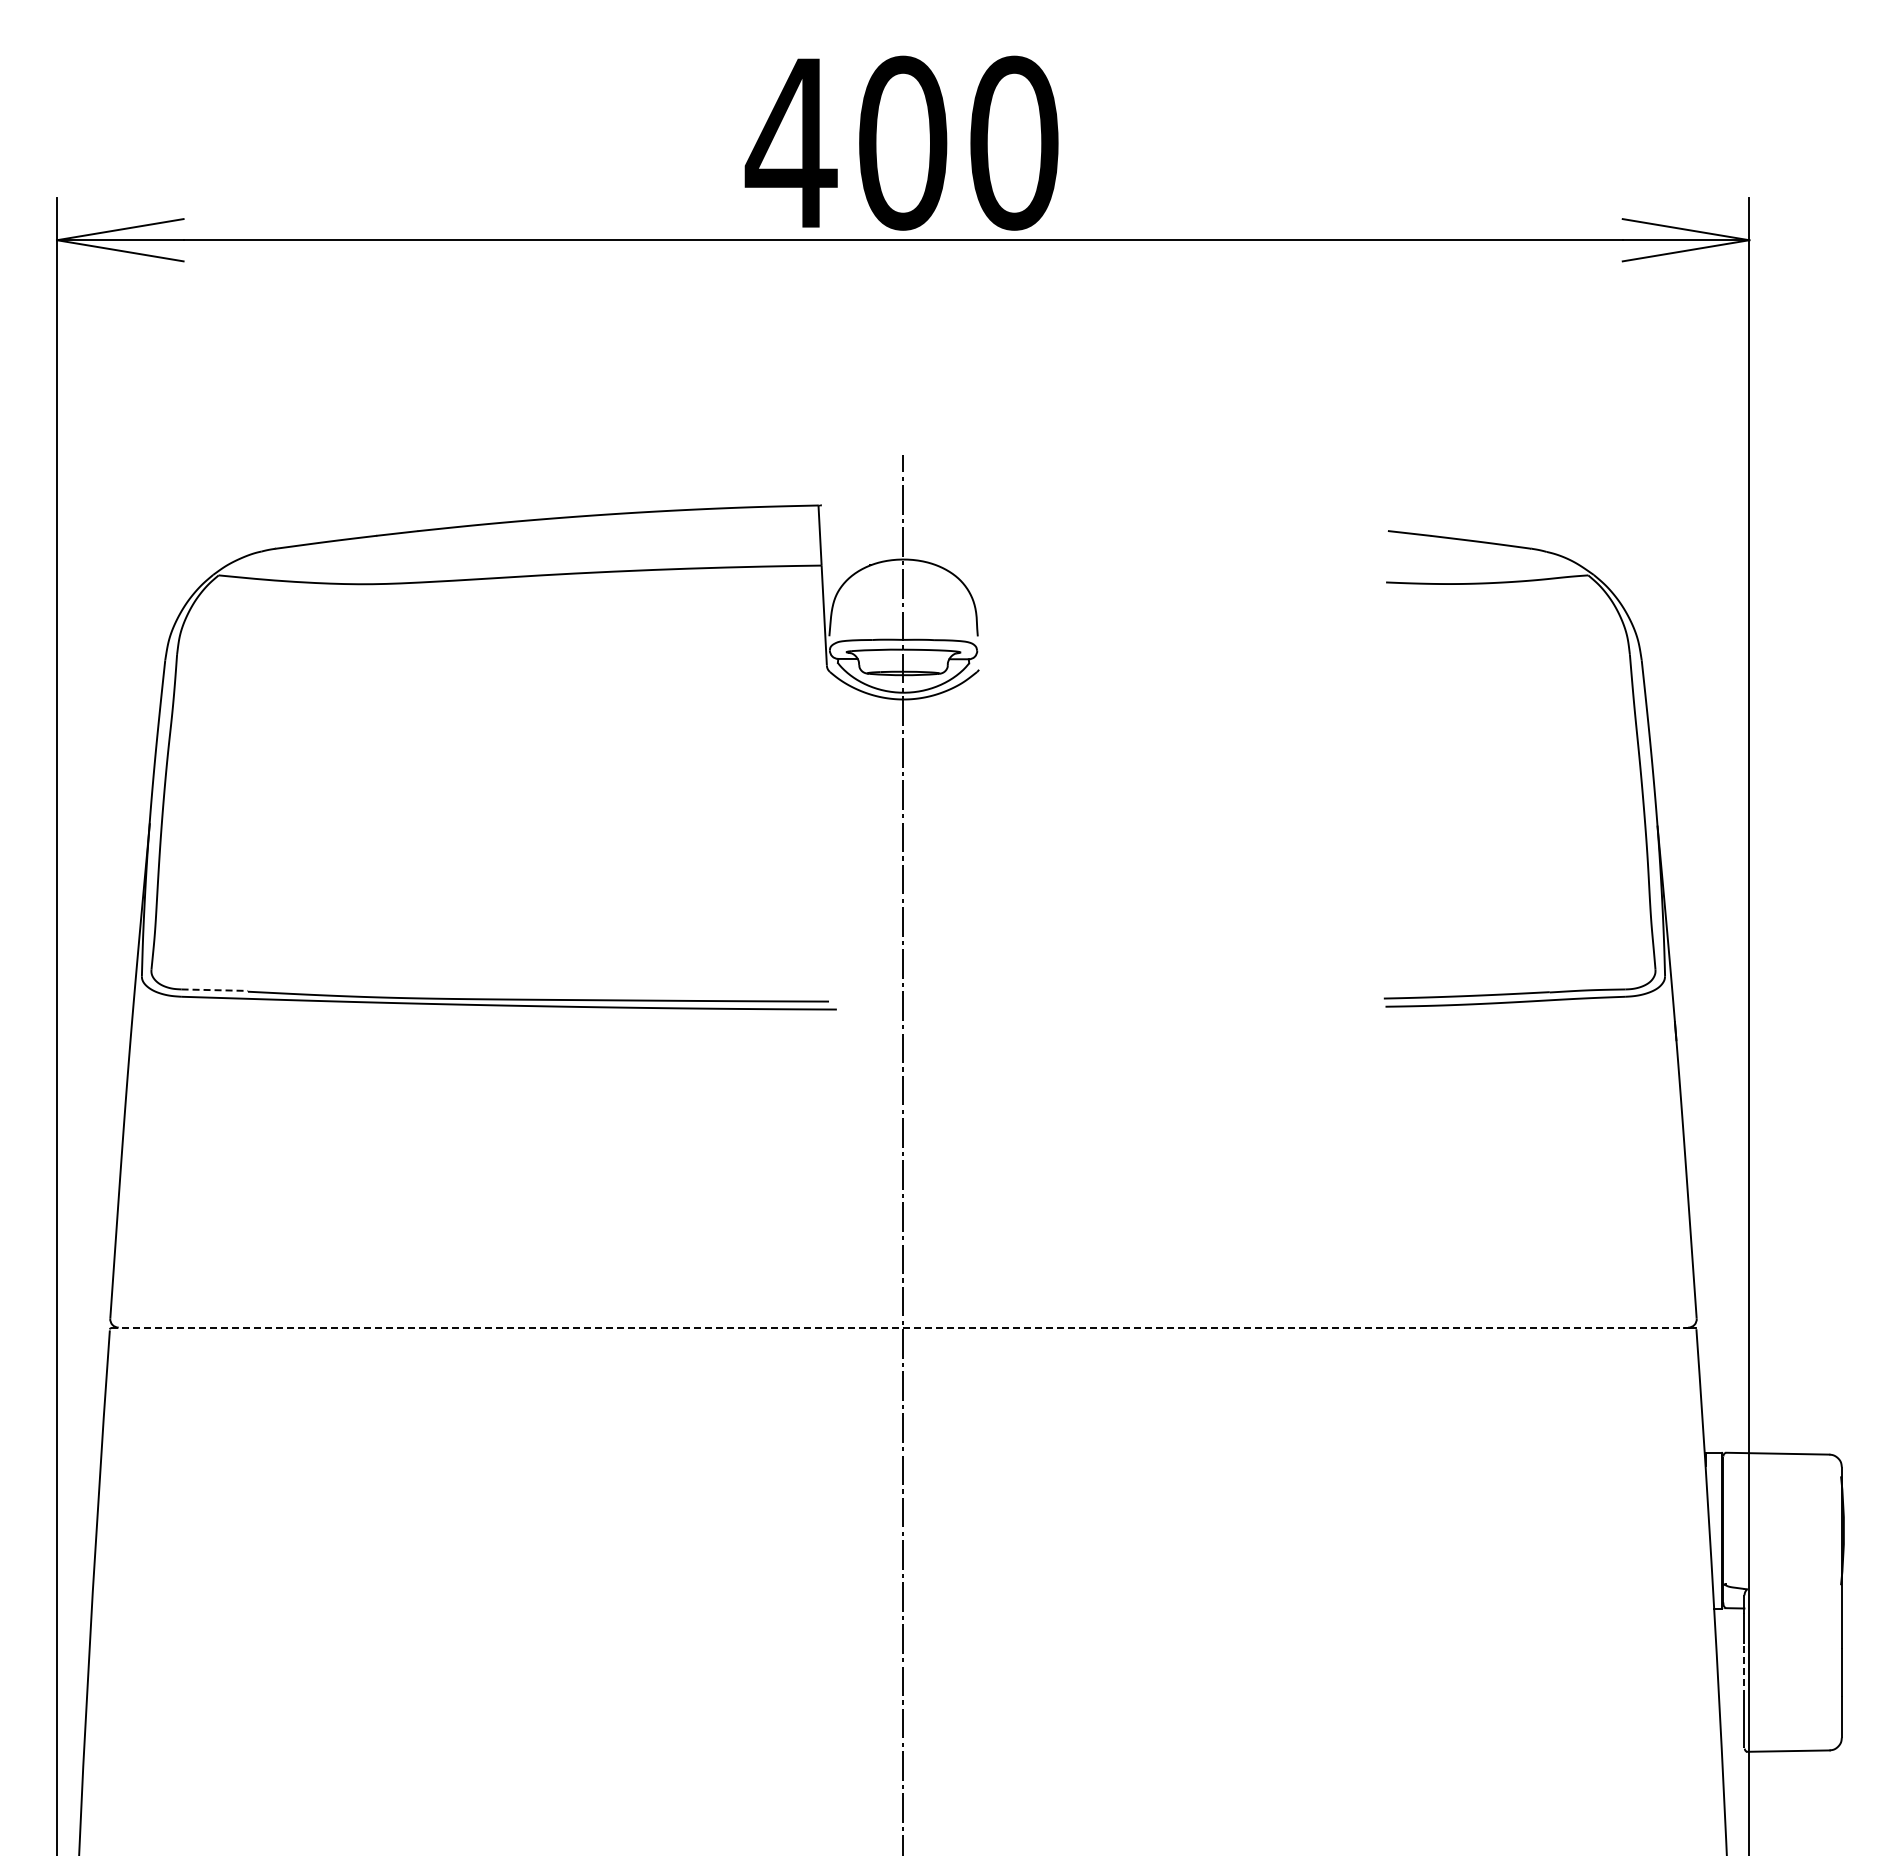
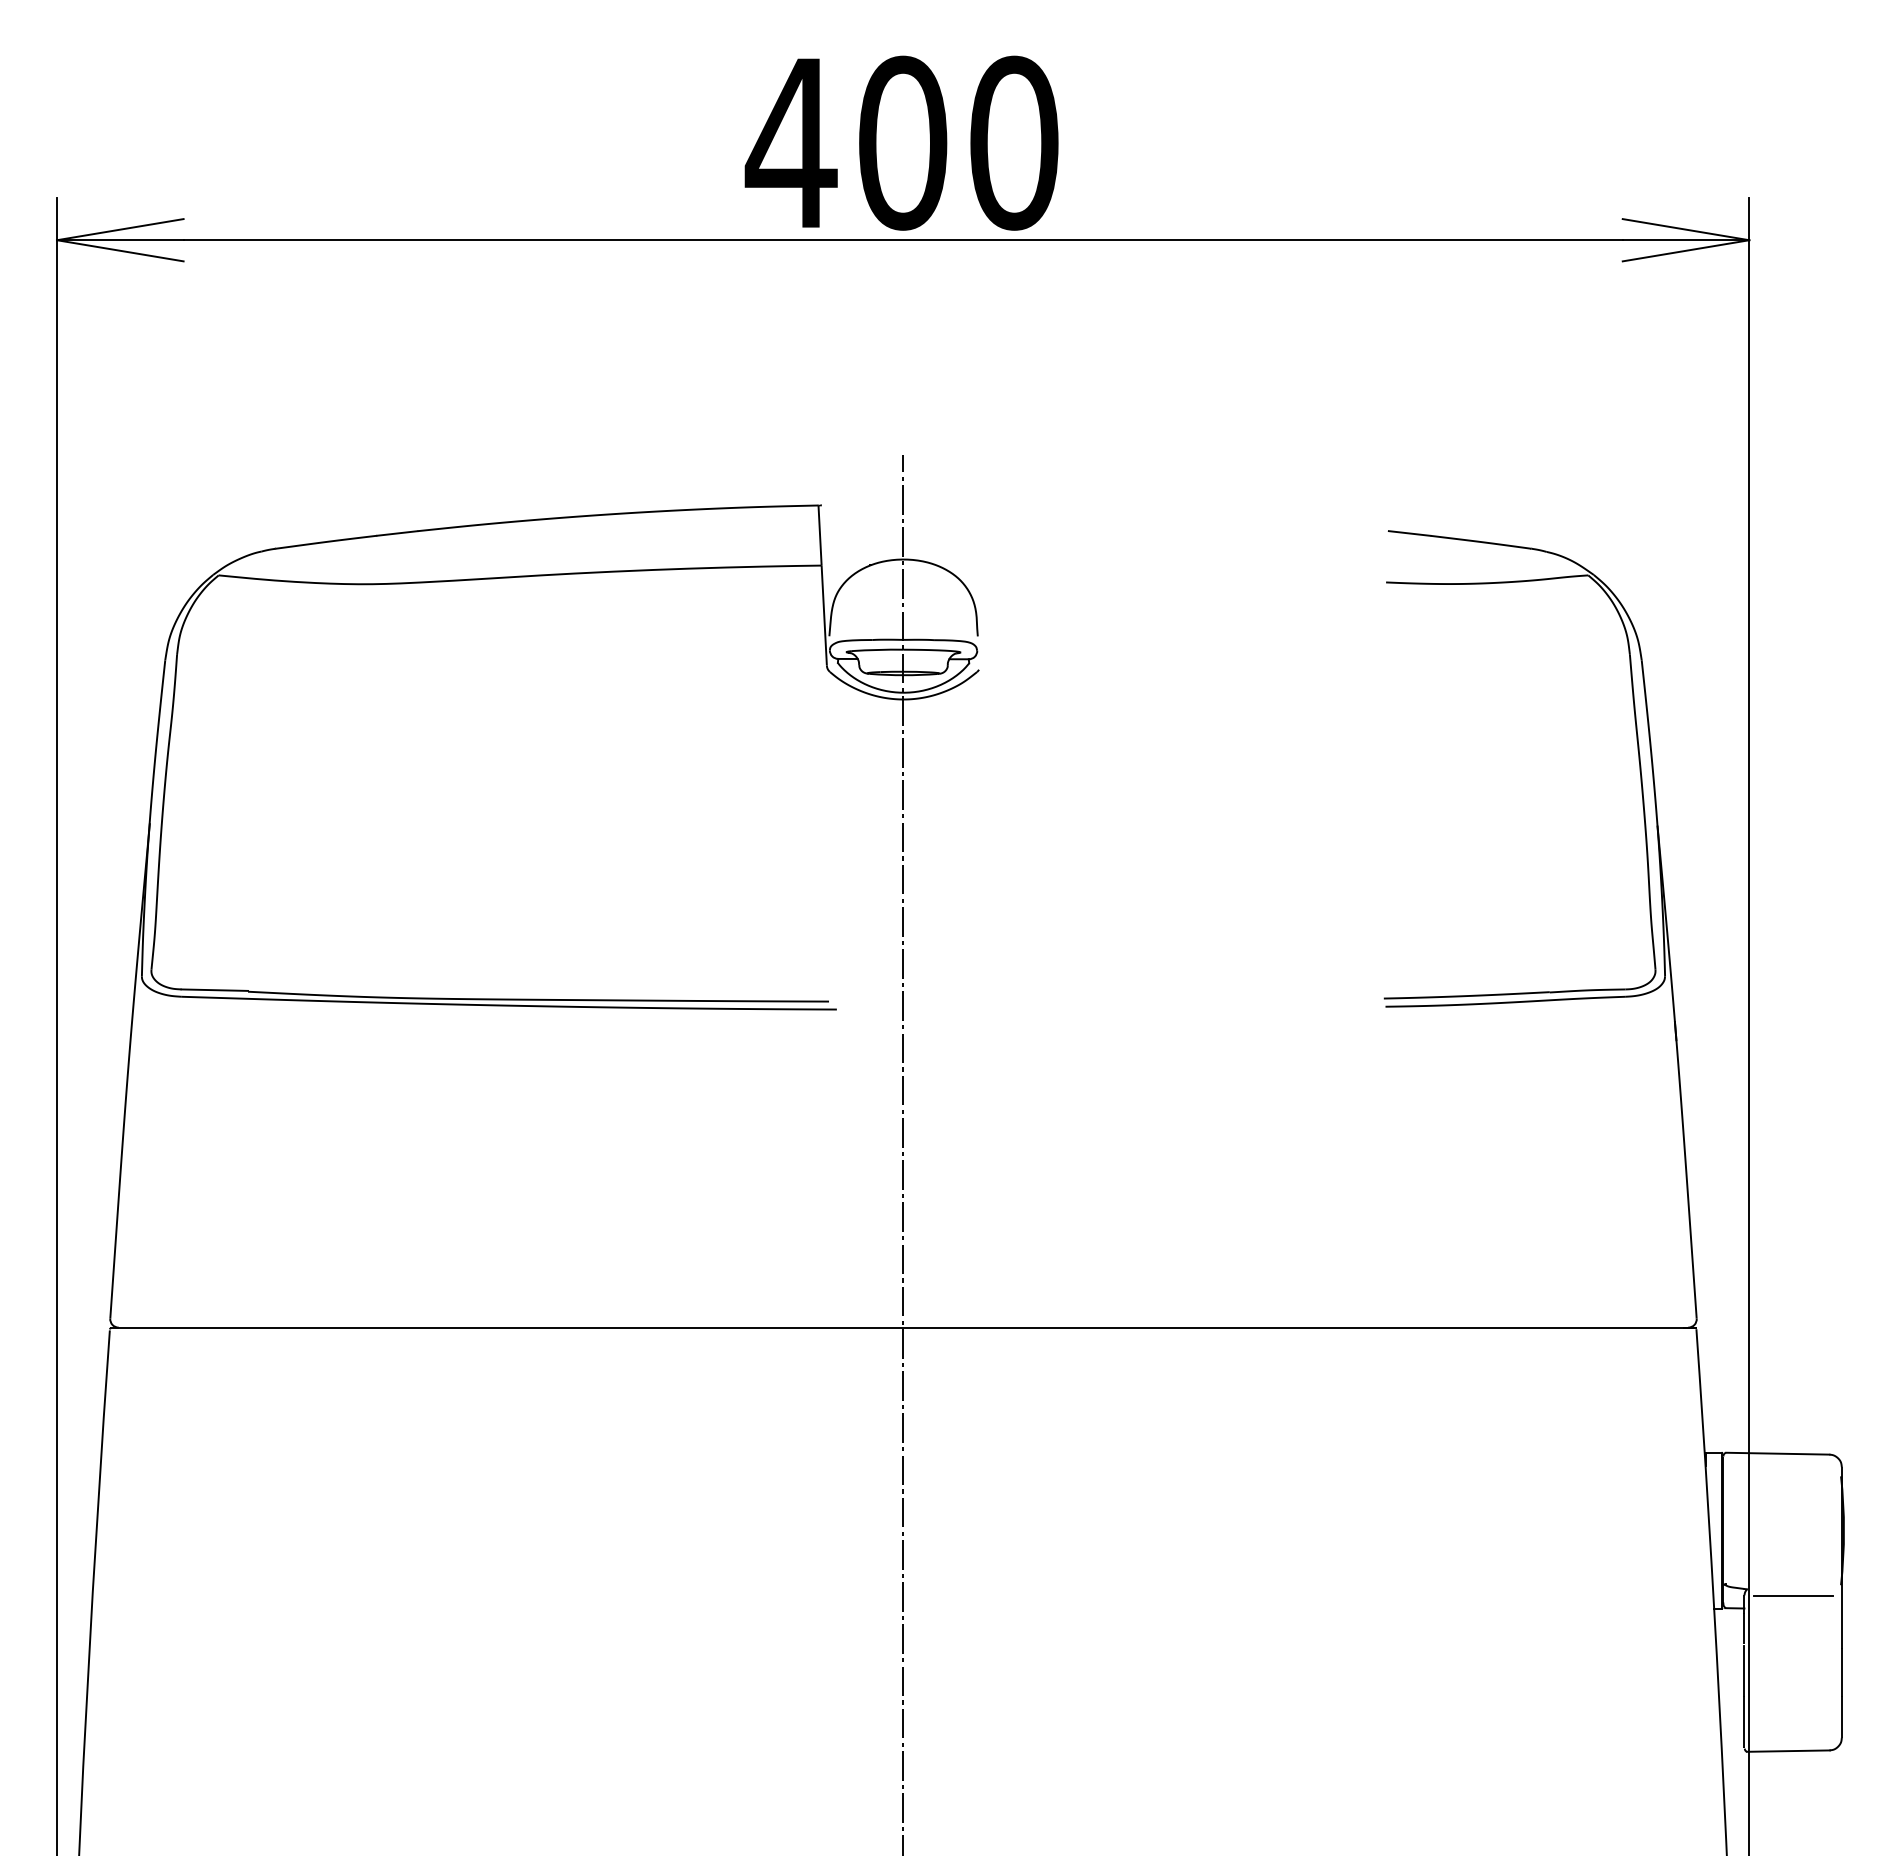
line at (215, 990): dashed -> solid
line at (903, 1328): dashed -> solid
line at (1792, 1596): none -> present
line at (1744, 1671): dashed -> solid
